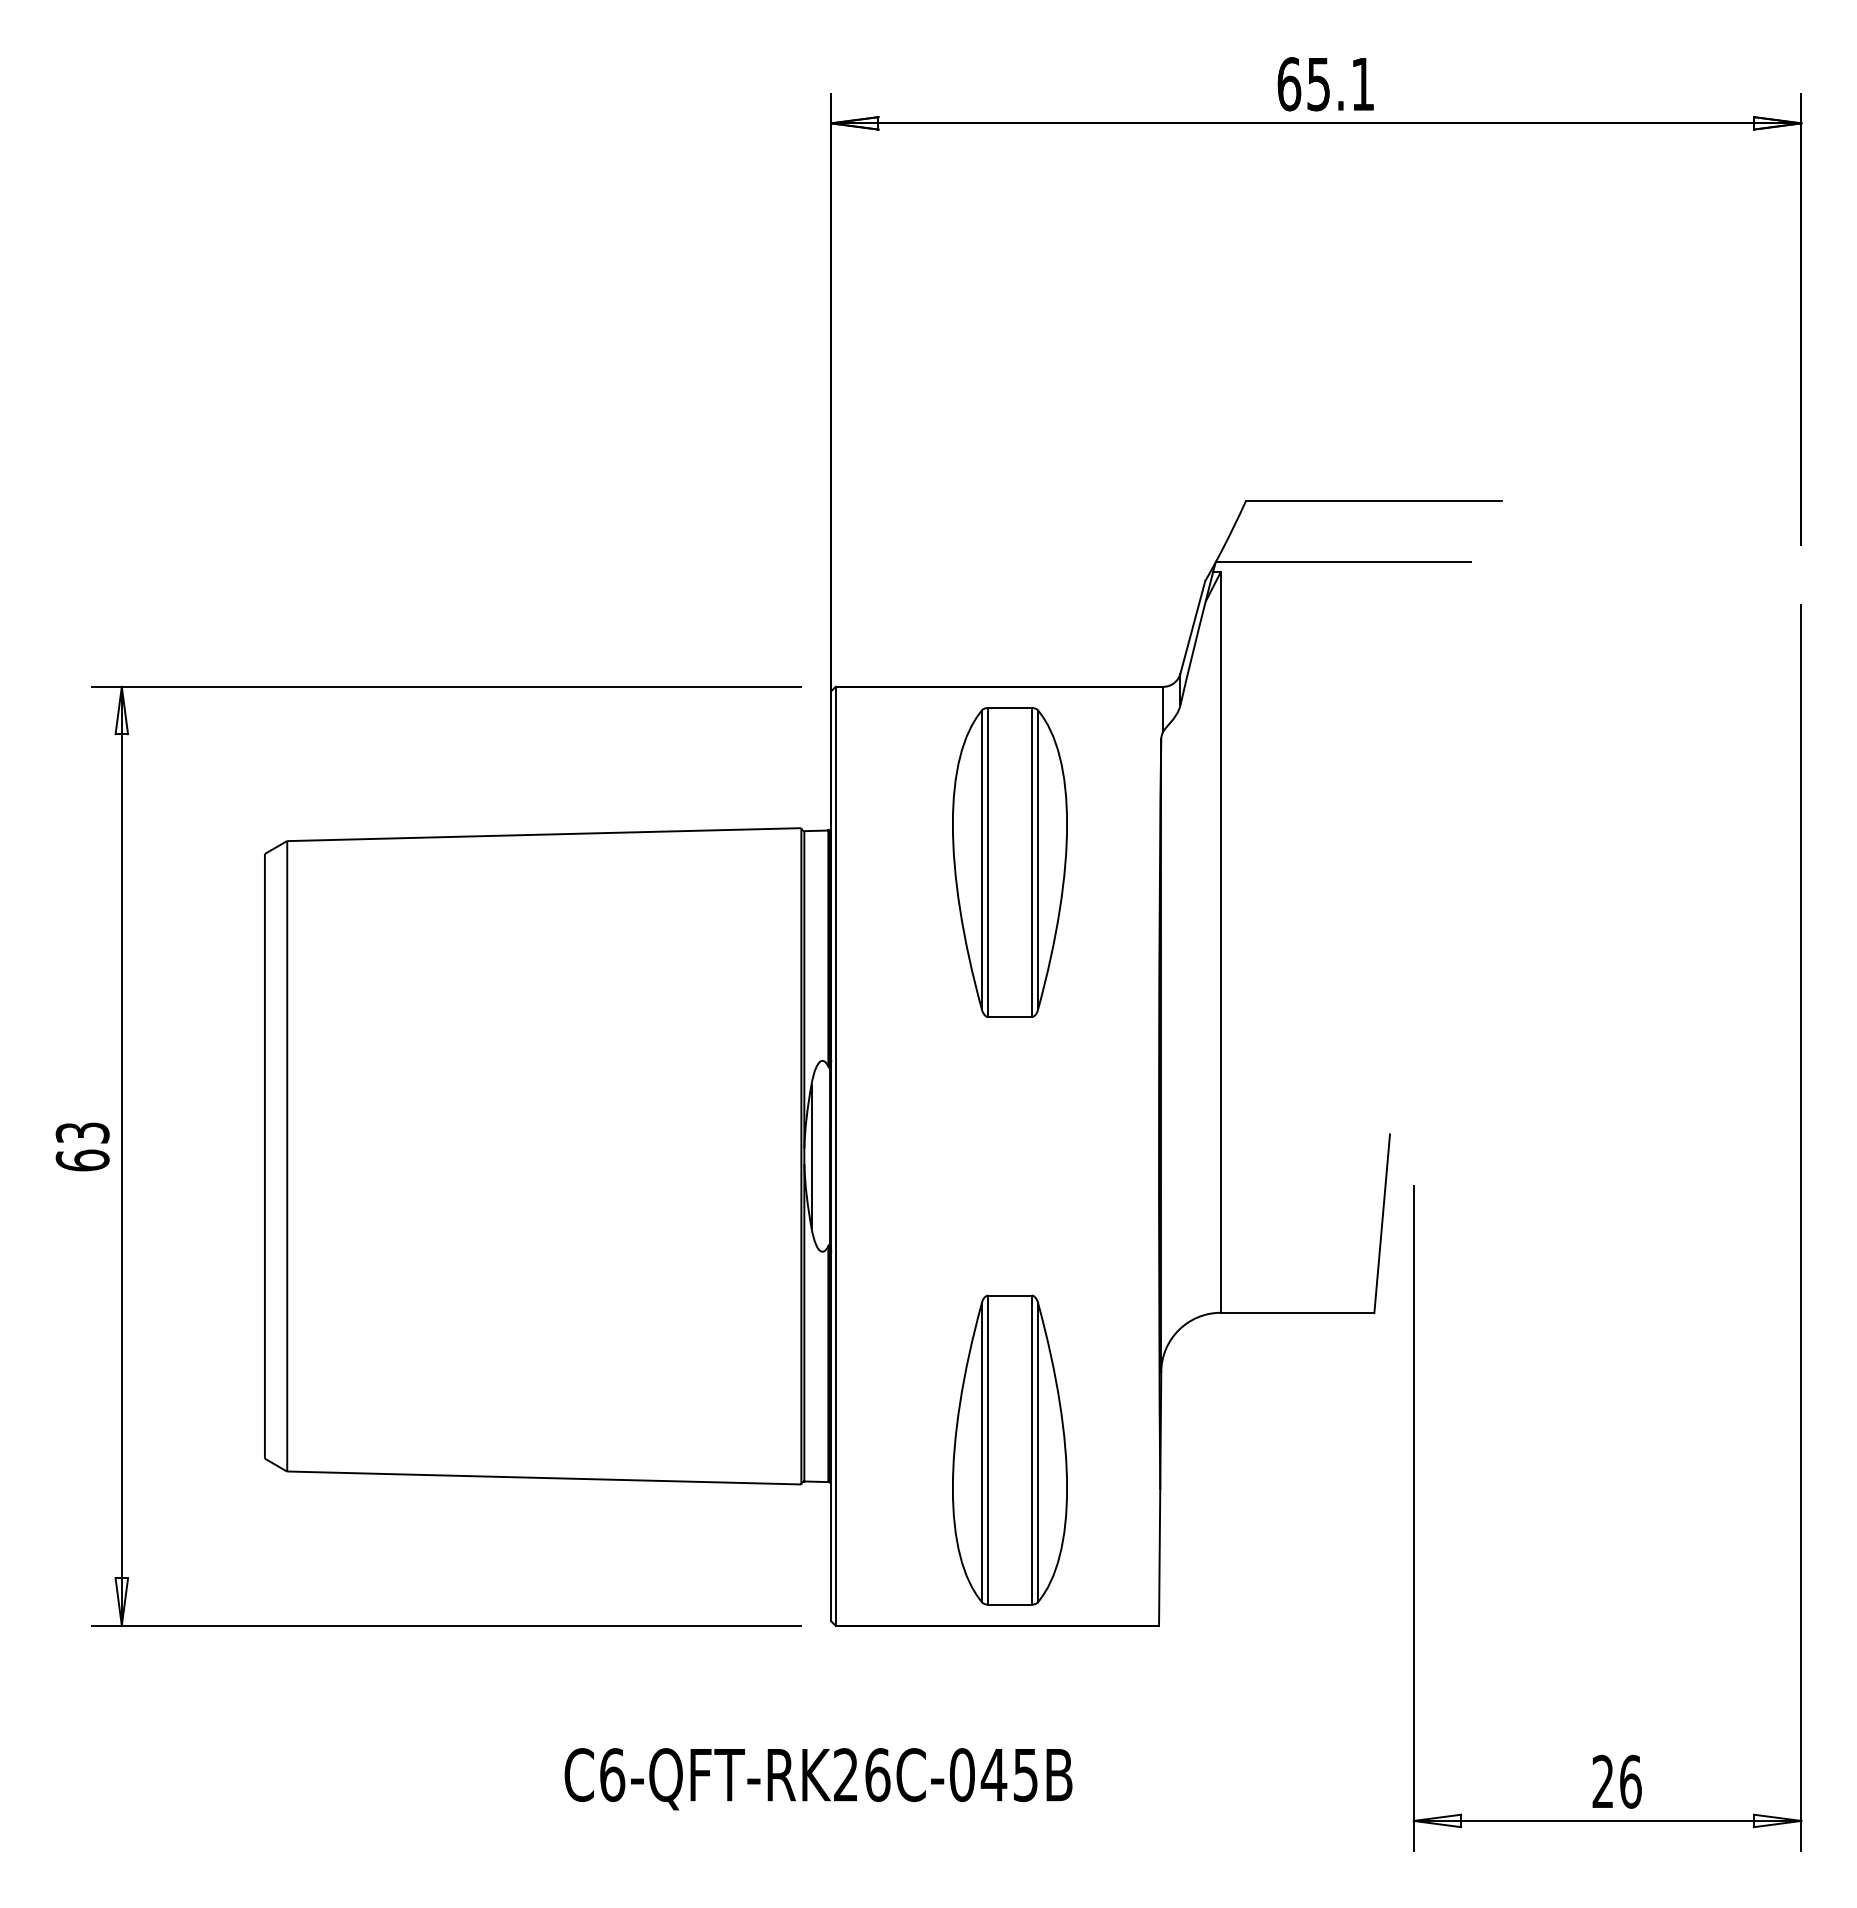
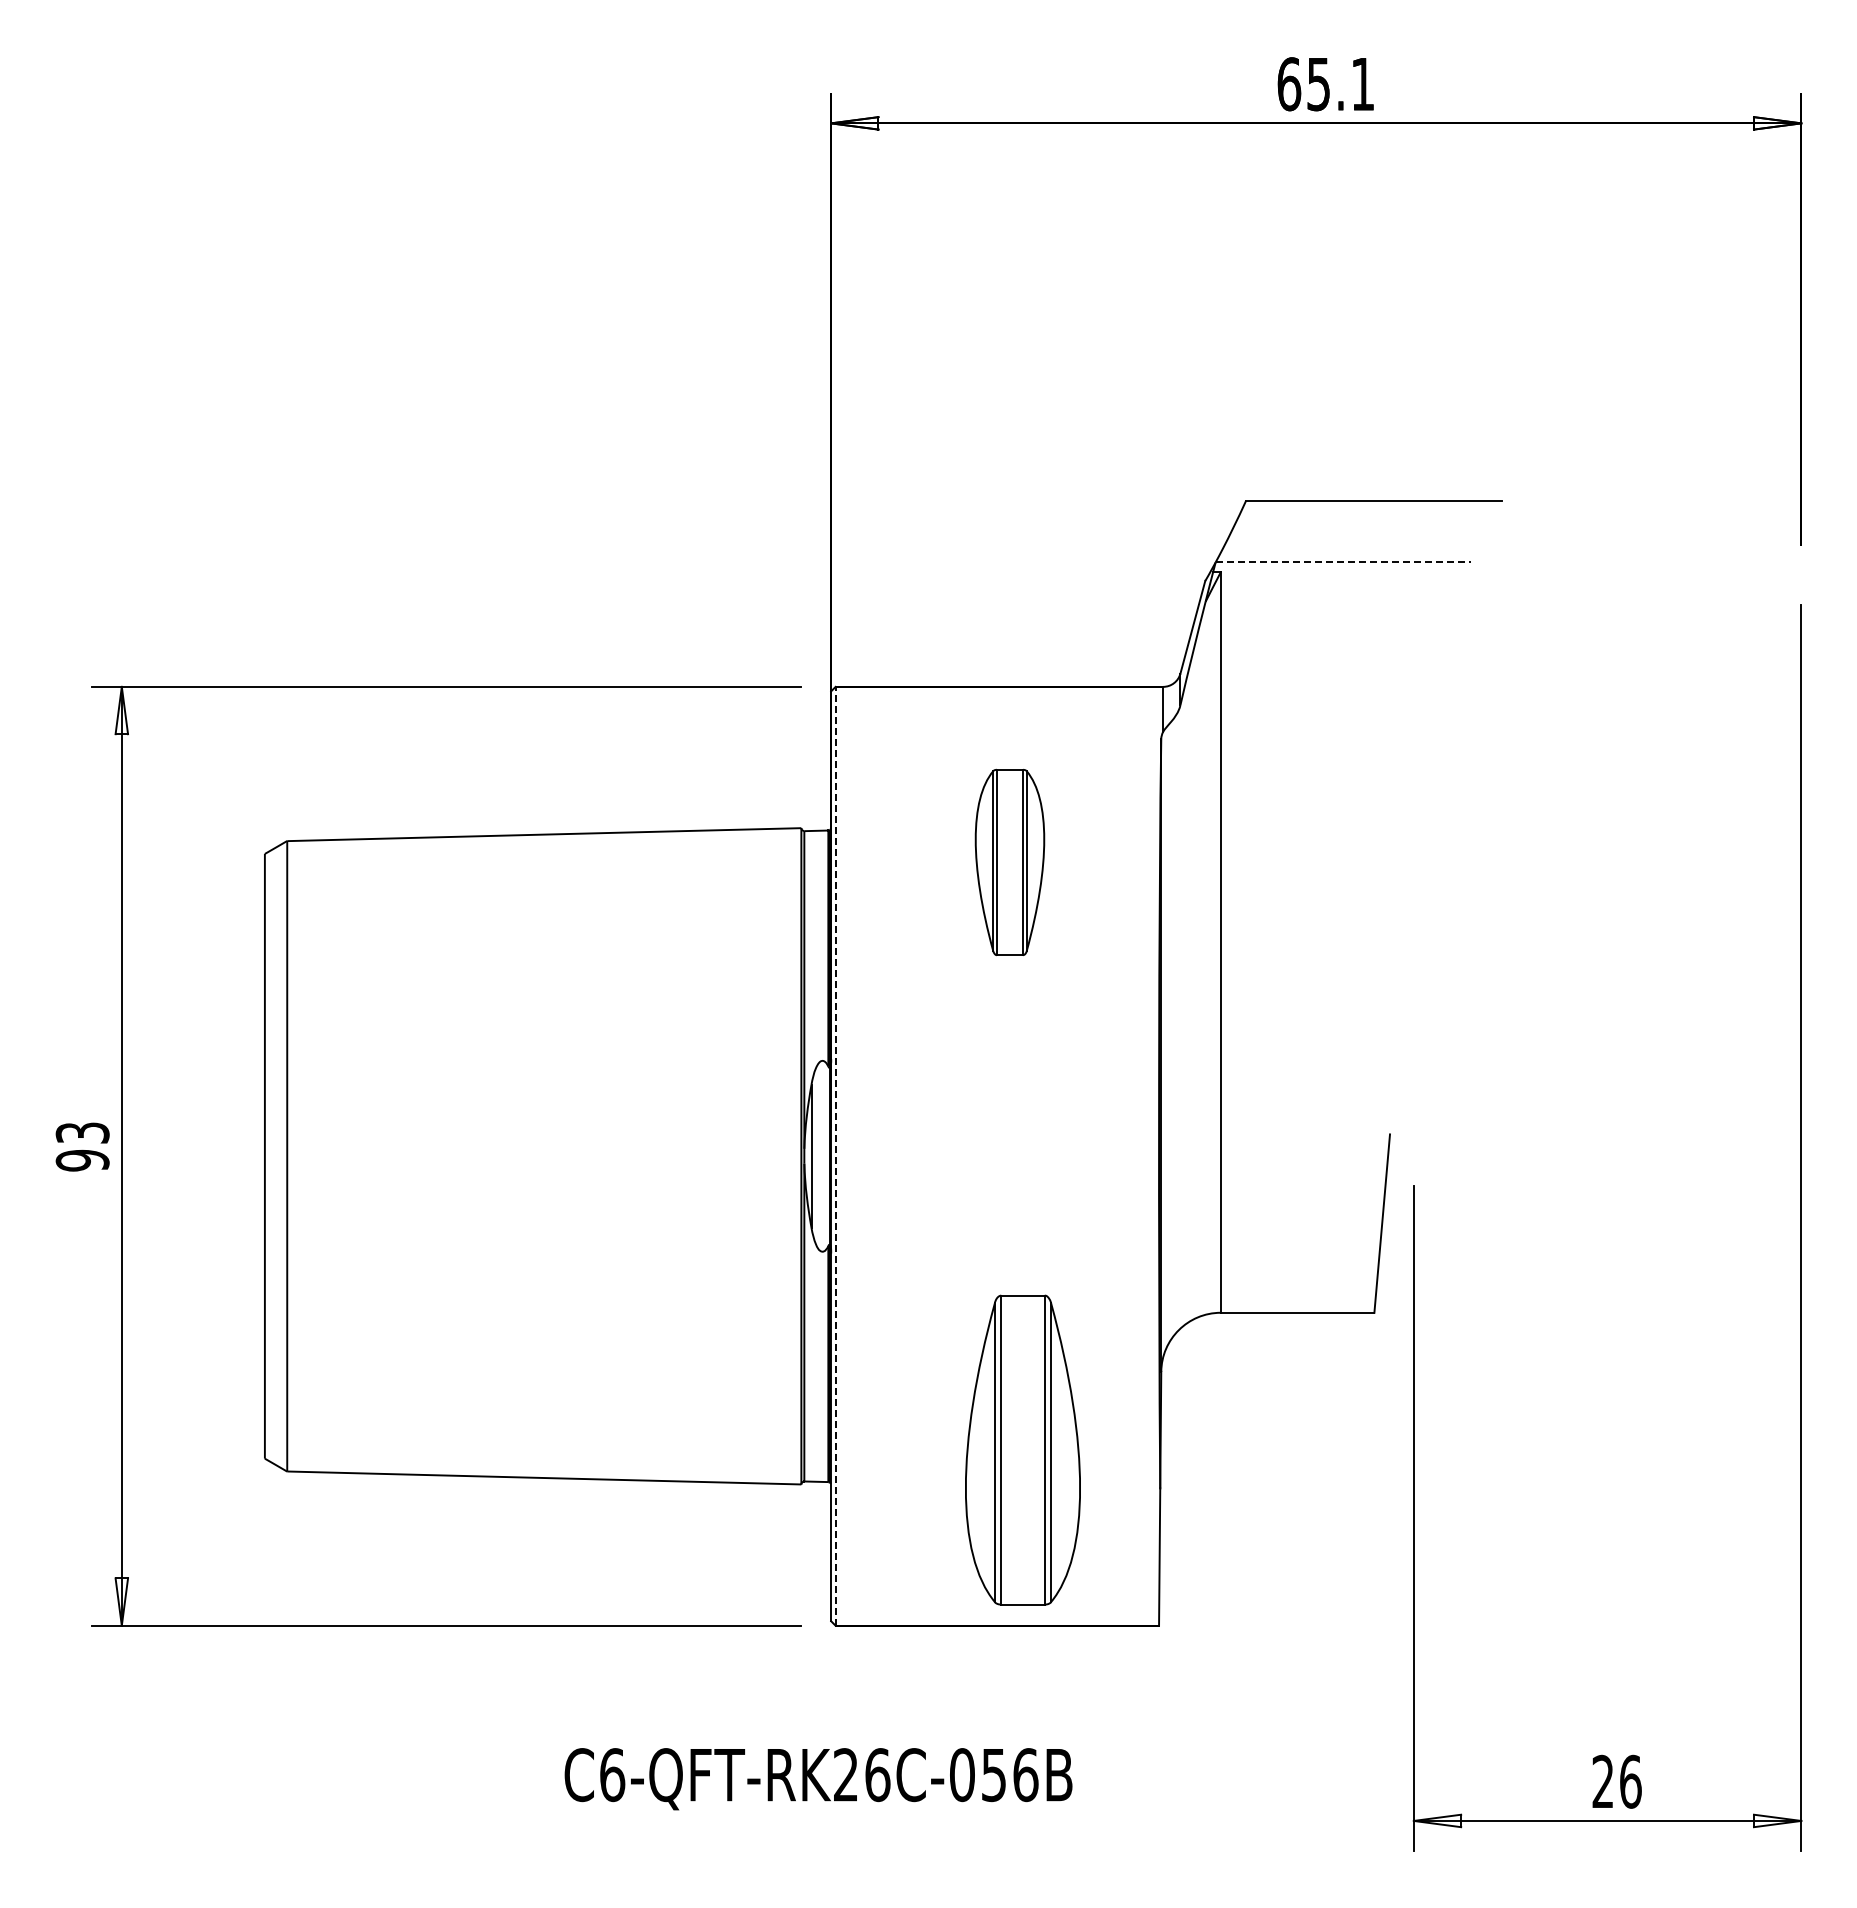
line at (1343, 562): solid -> dashed
part at (1009, 862) size: 116x311 px -> 72x188 px
line at (835, 1155): solid -> dashed
text at (82, 1160): 63 -> 93
part at (1009, 1449) position: (1009, 1449) -> (1022, 1449)
text at (1009, 1775): C6-QFT-RK26C-045B -> C6-QFT-RK26C-056B
